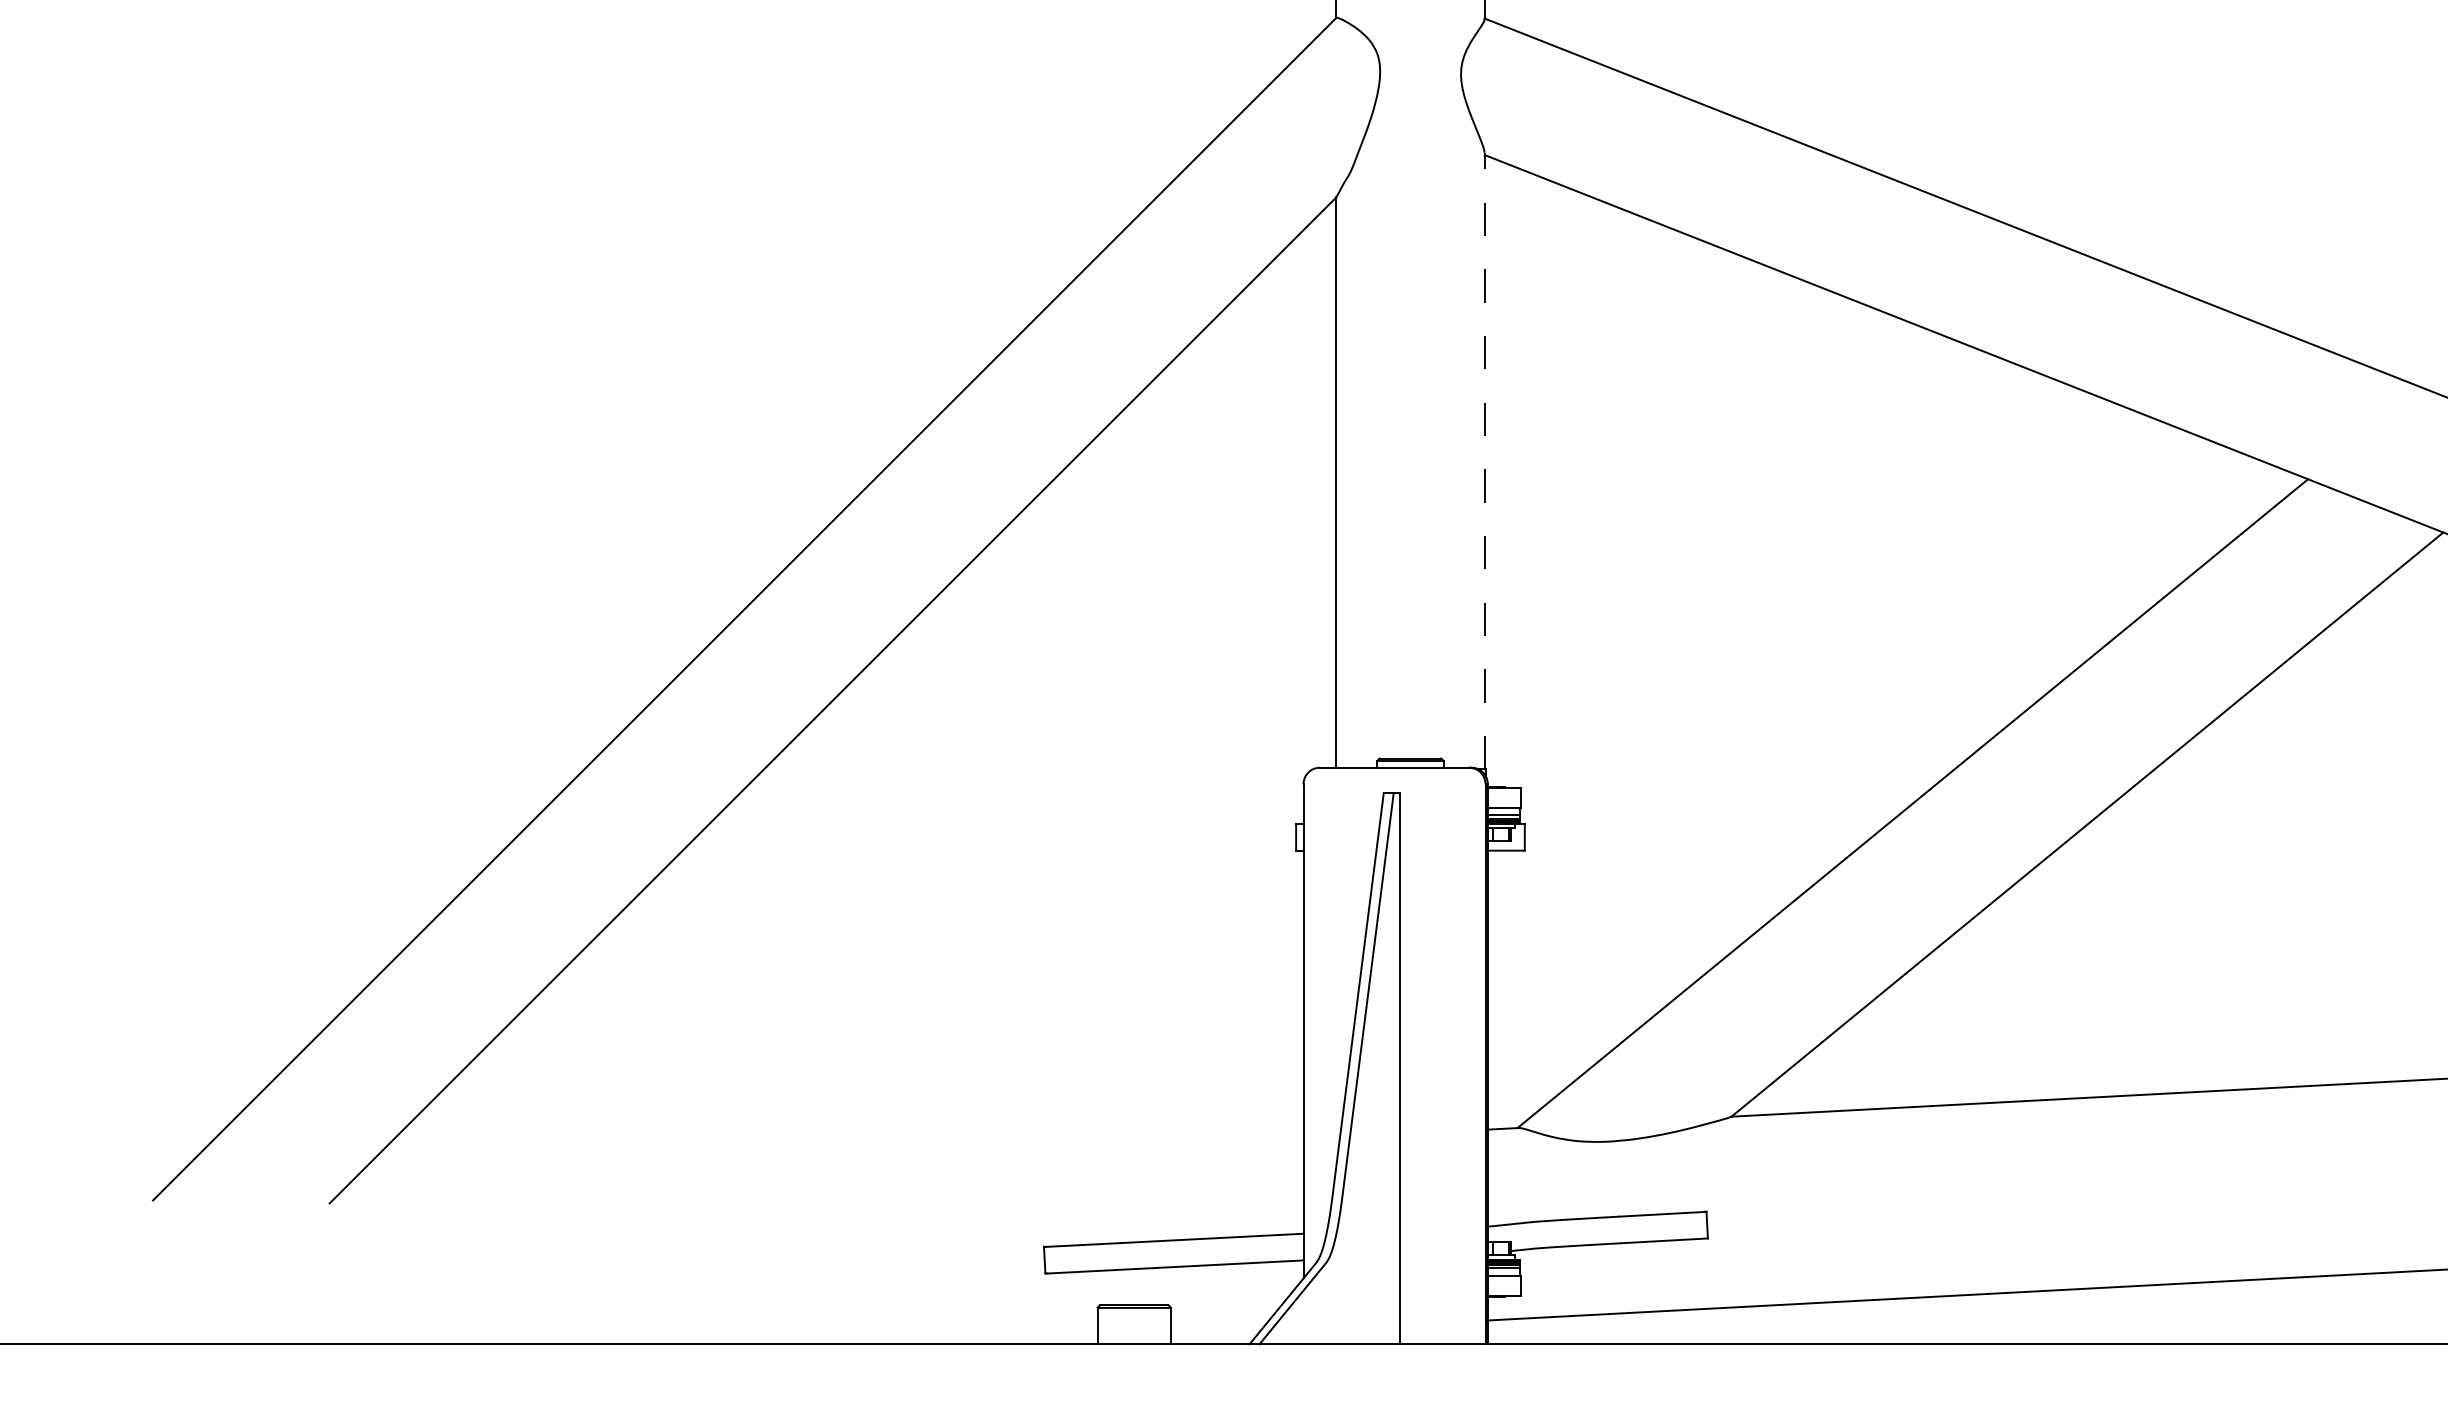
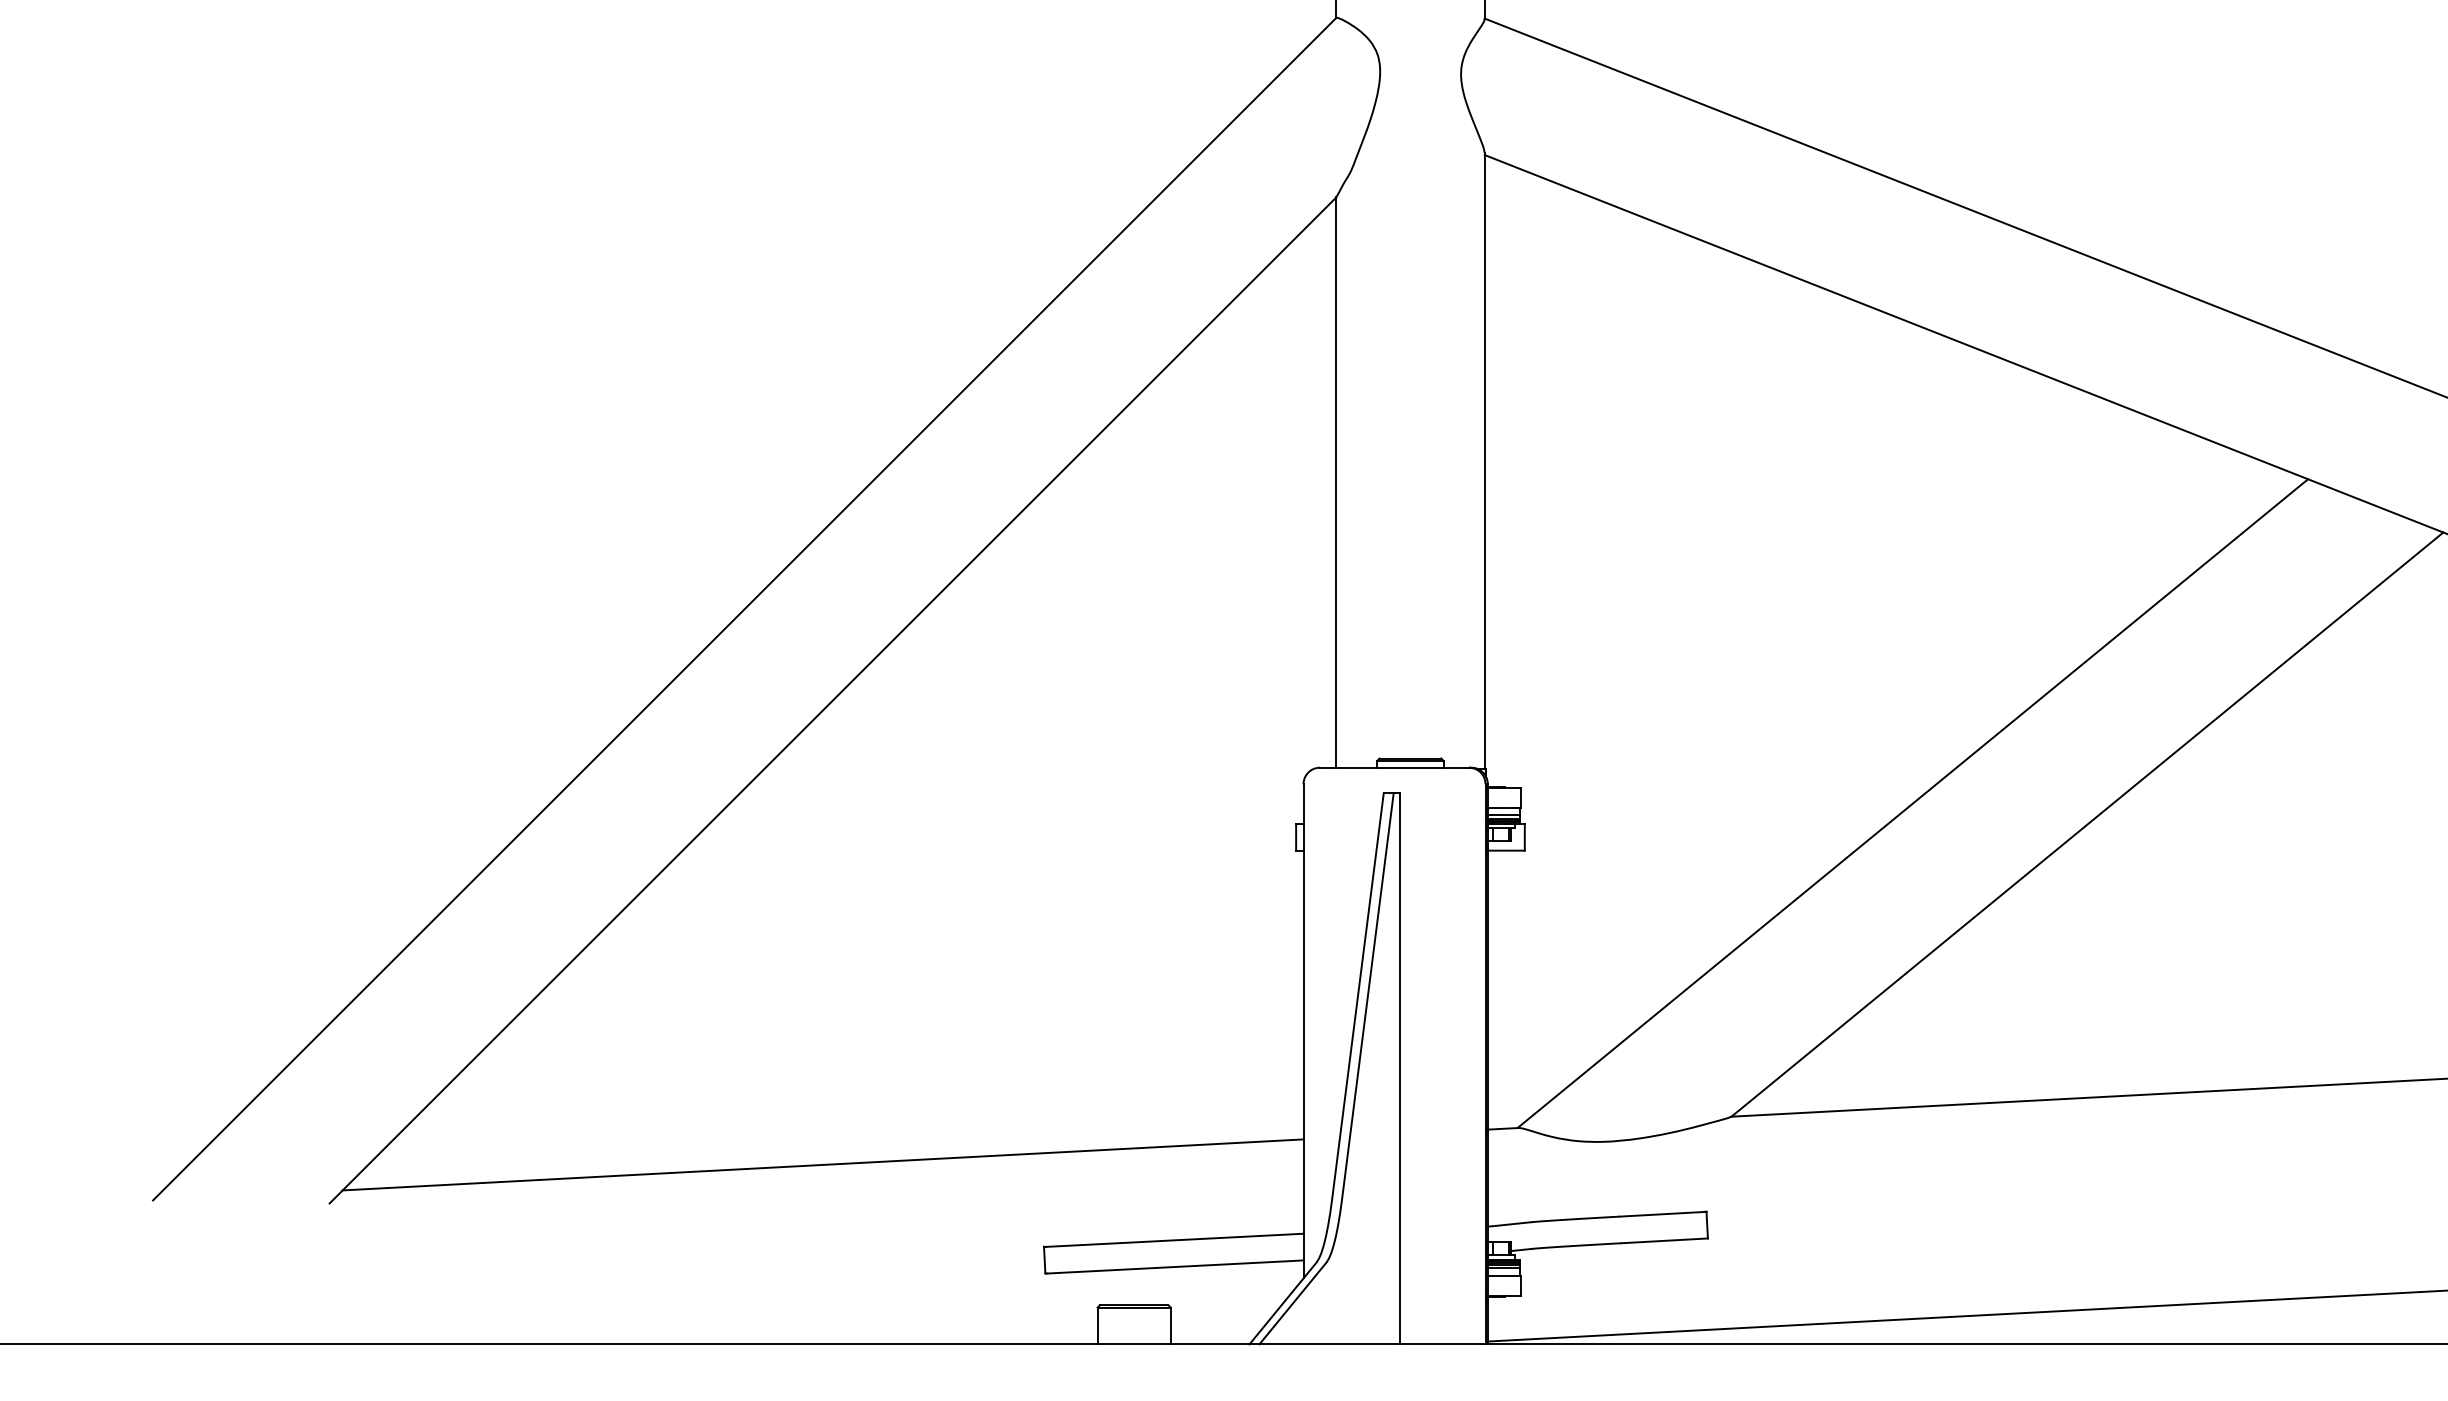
line at (1484, 460): dashed -> solid
line at (822, 1164): none -> present
line at (1965, 1294) position: (1965, 1294) -> (1965, 1315)
